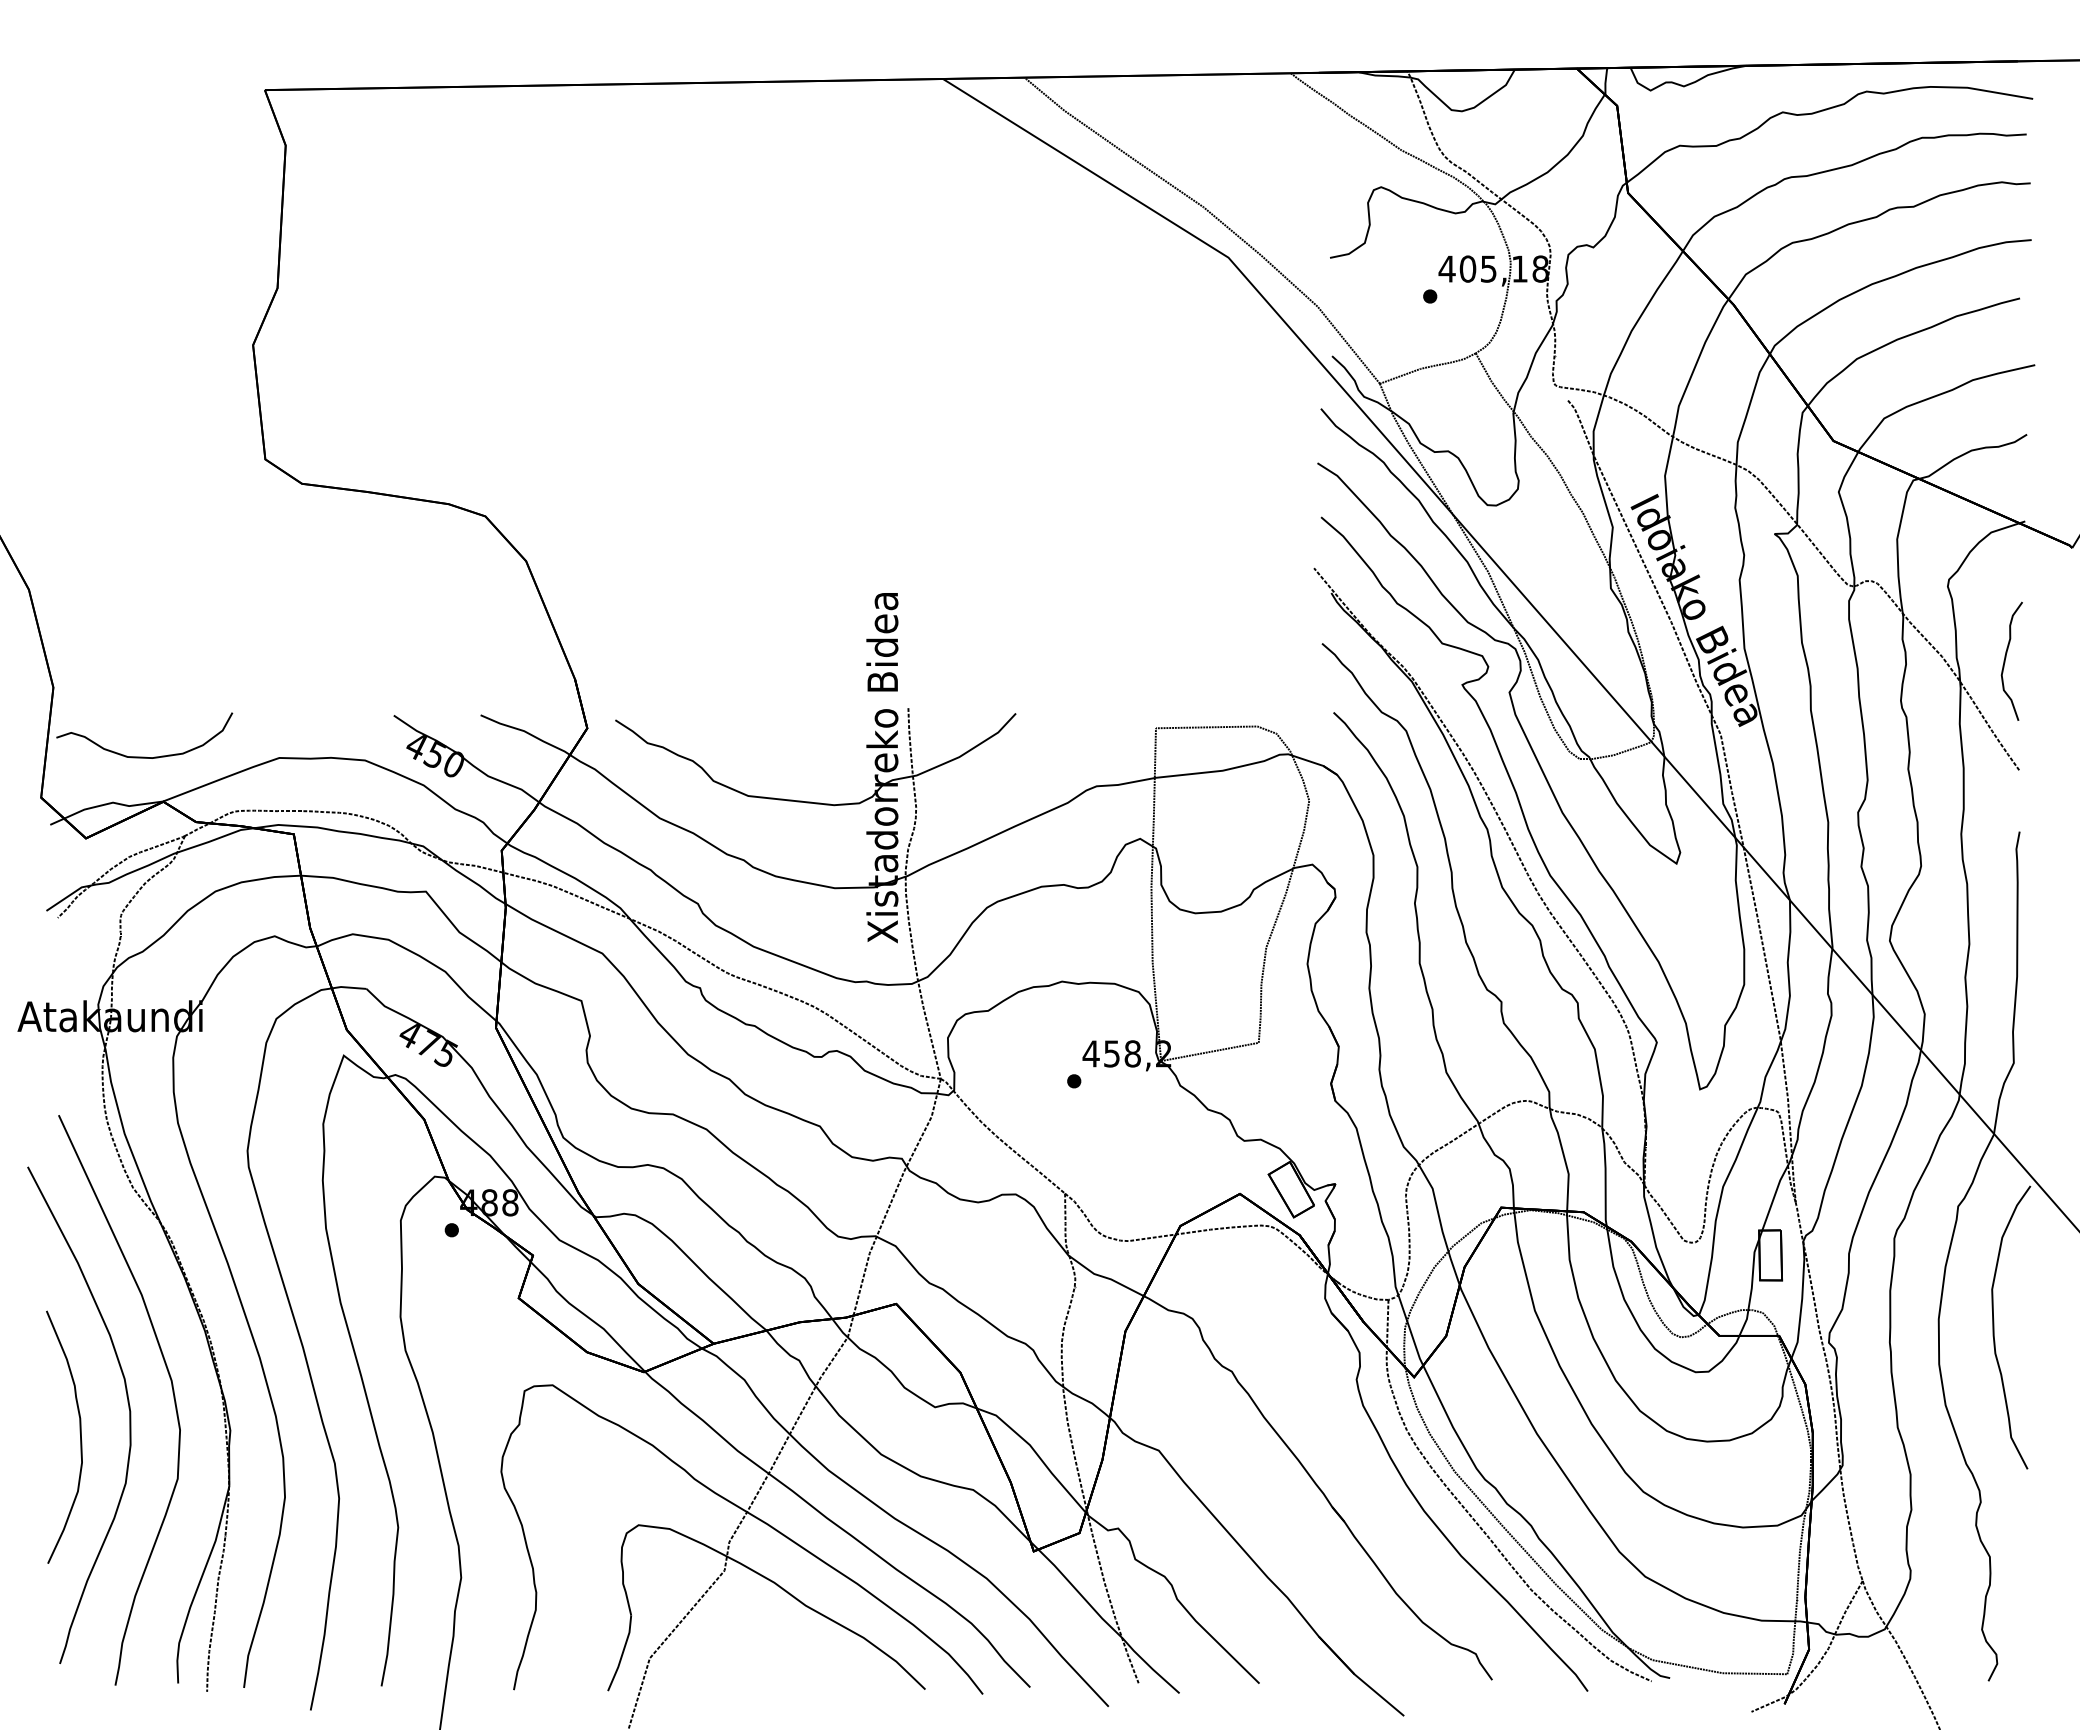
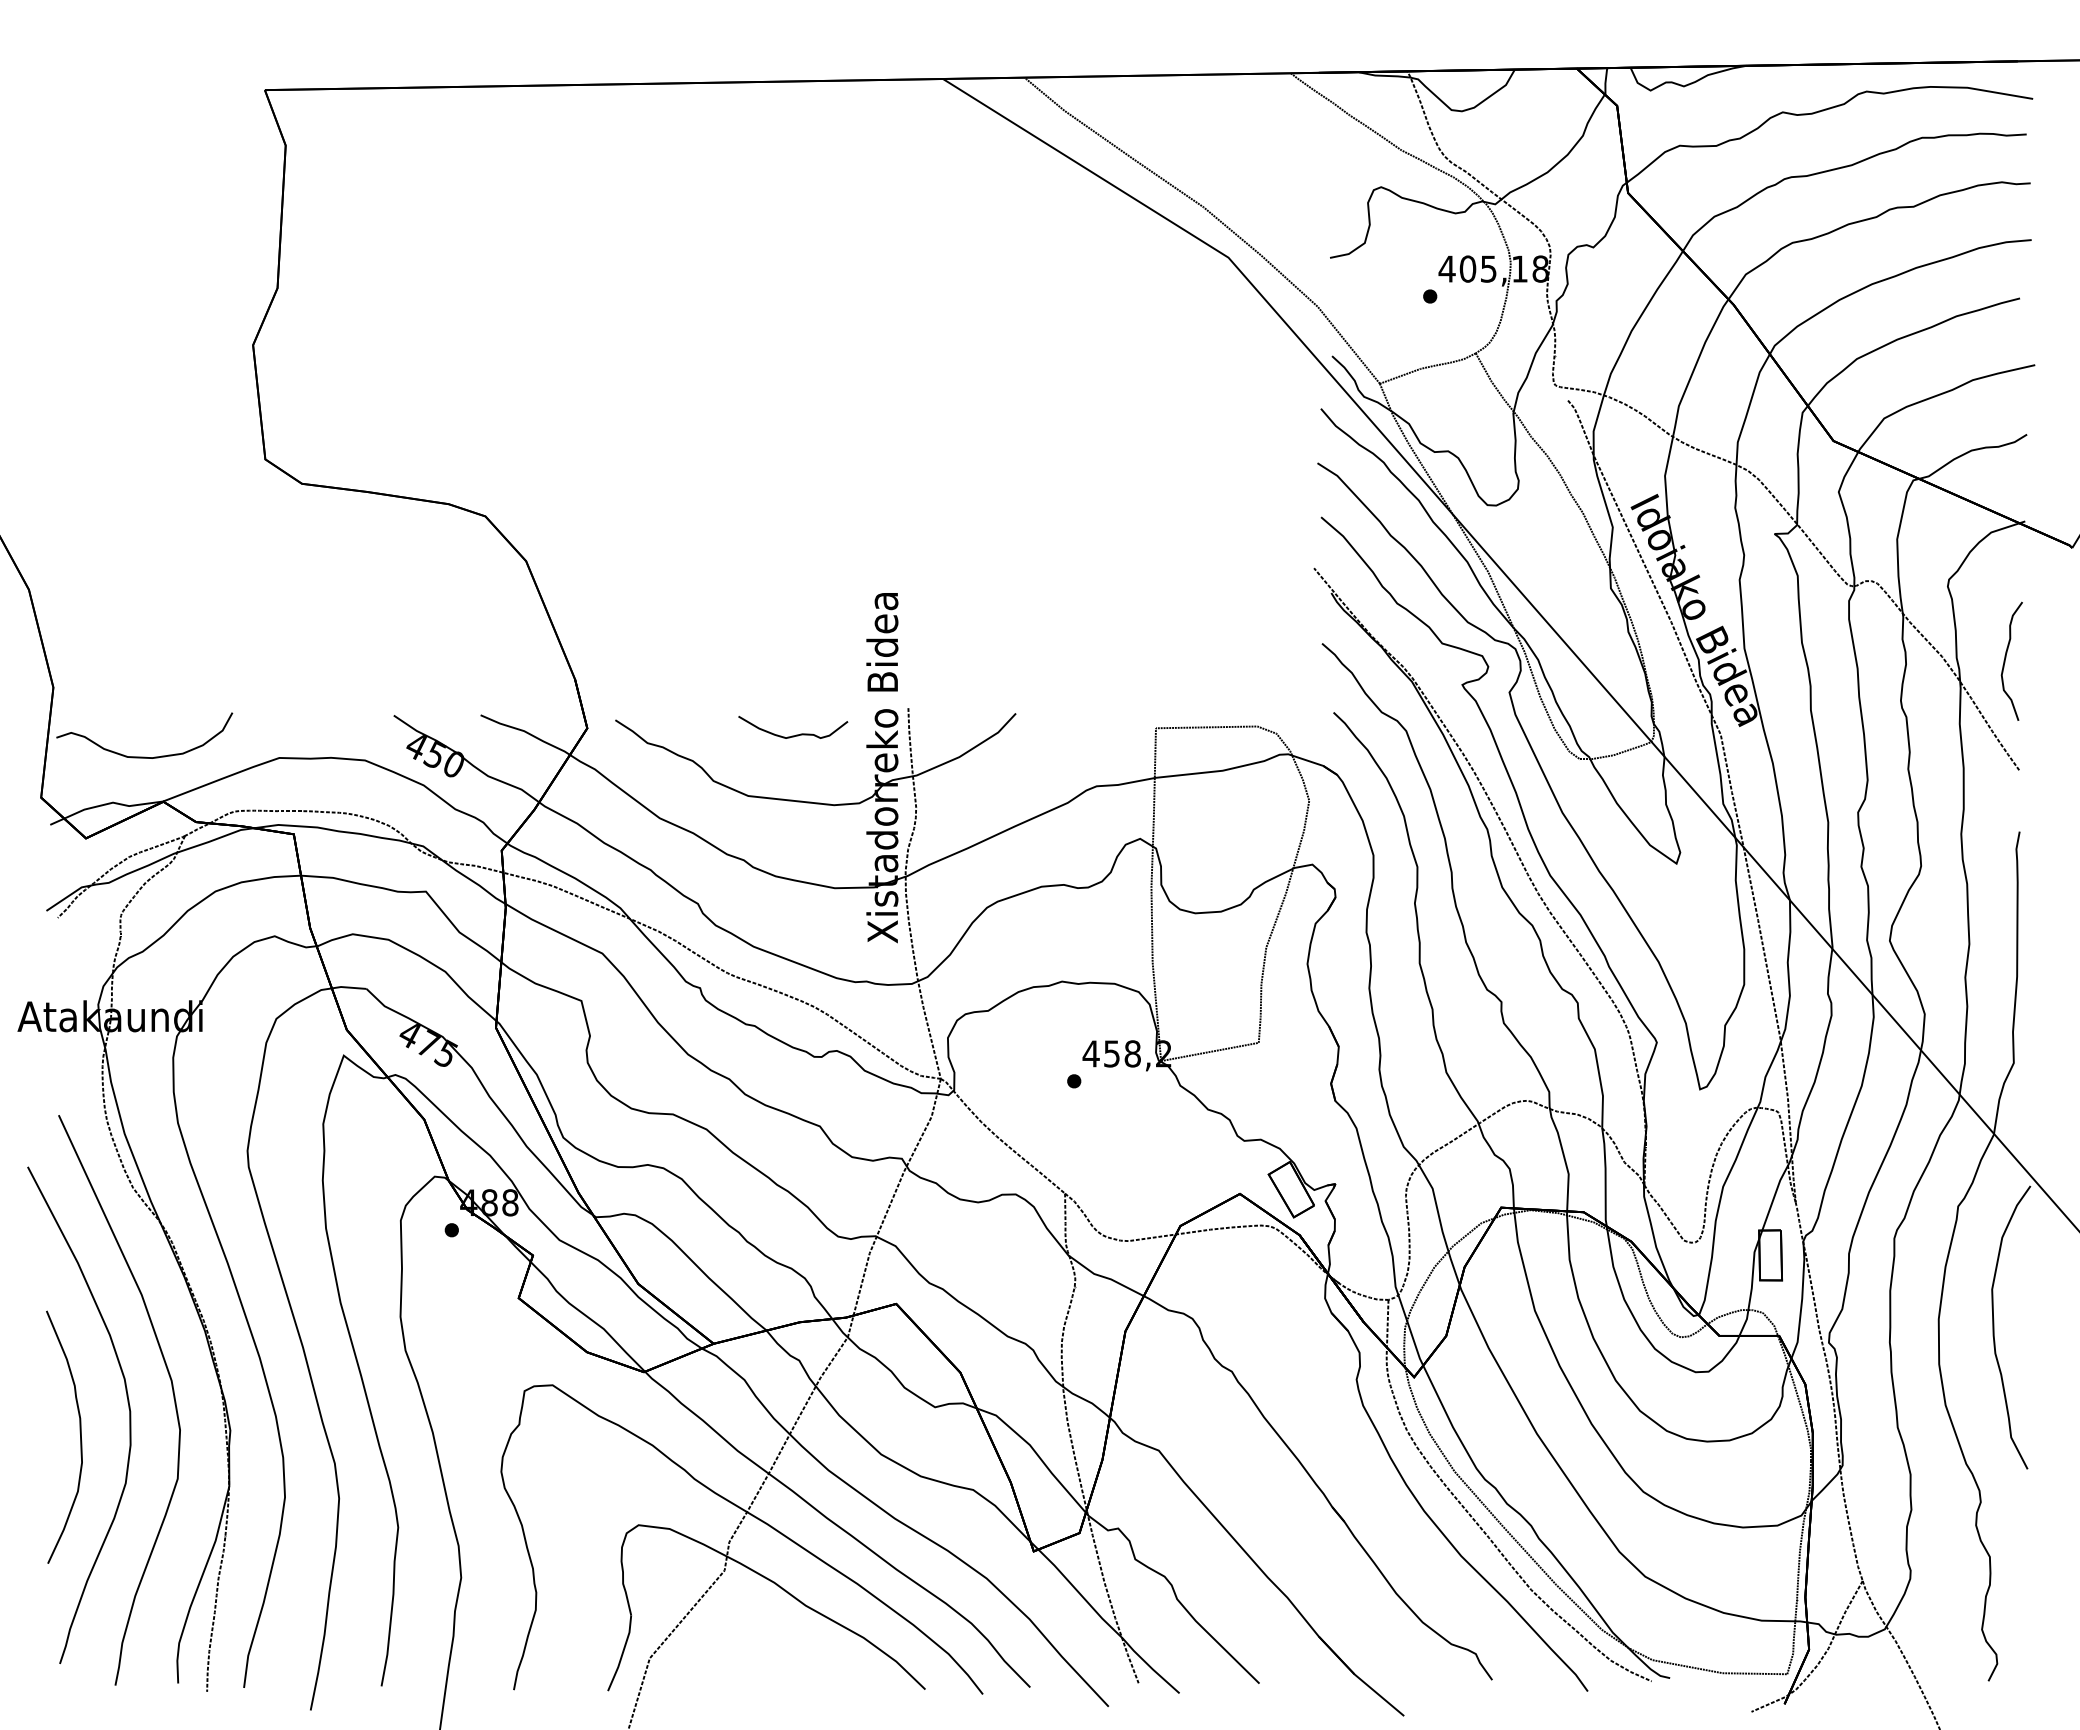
curve at (796, 734): none -> present
